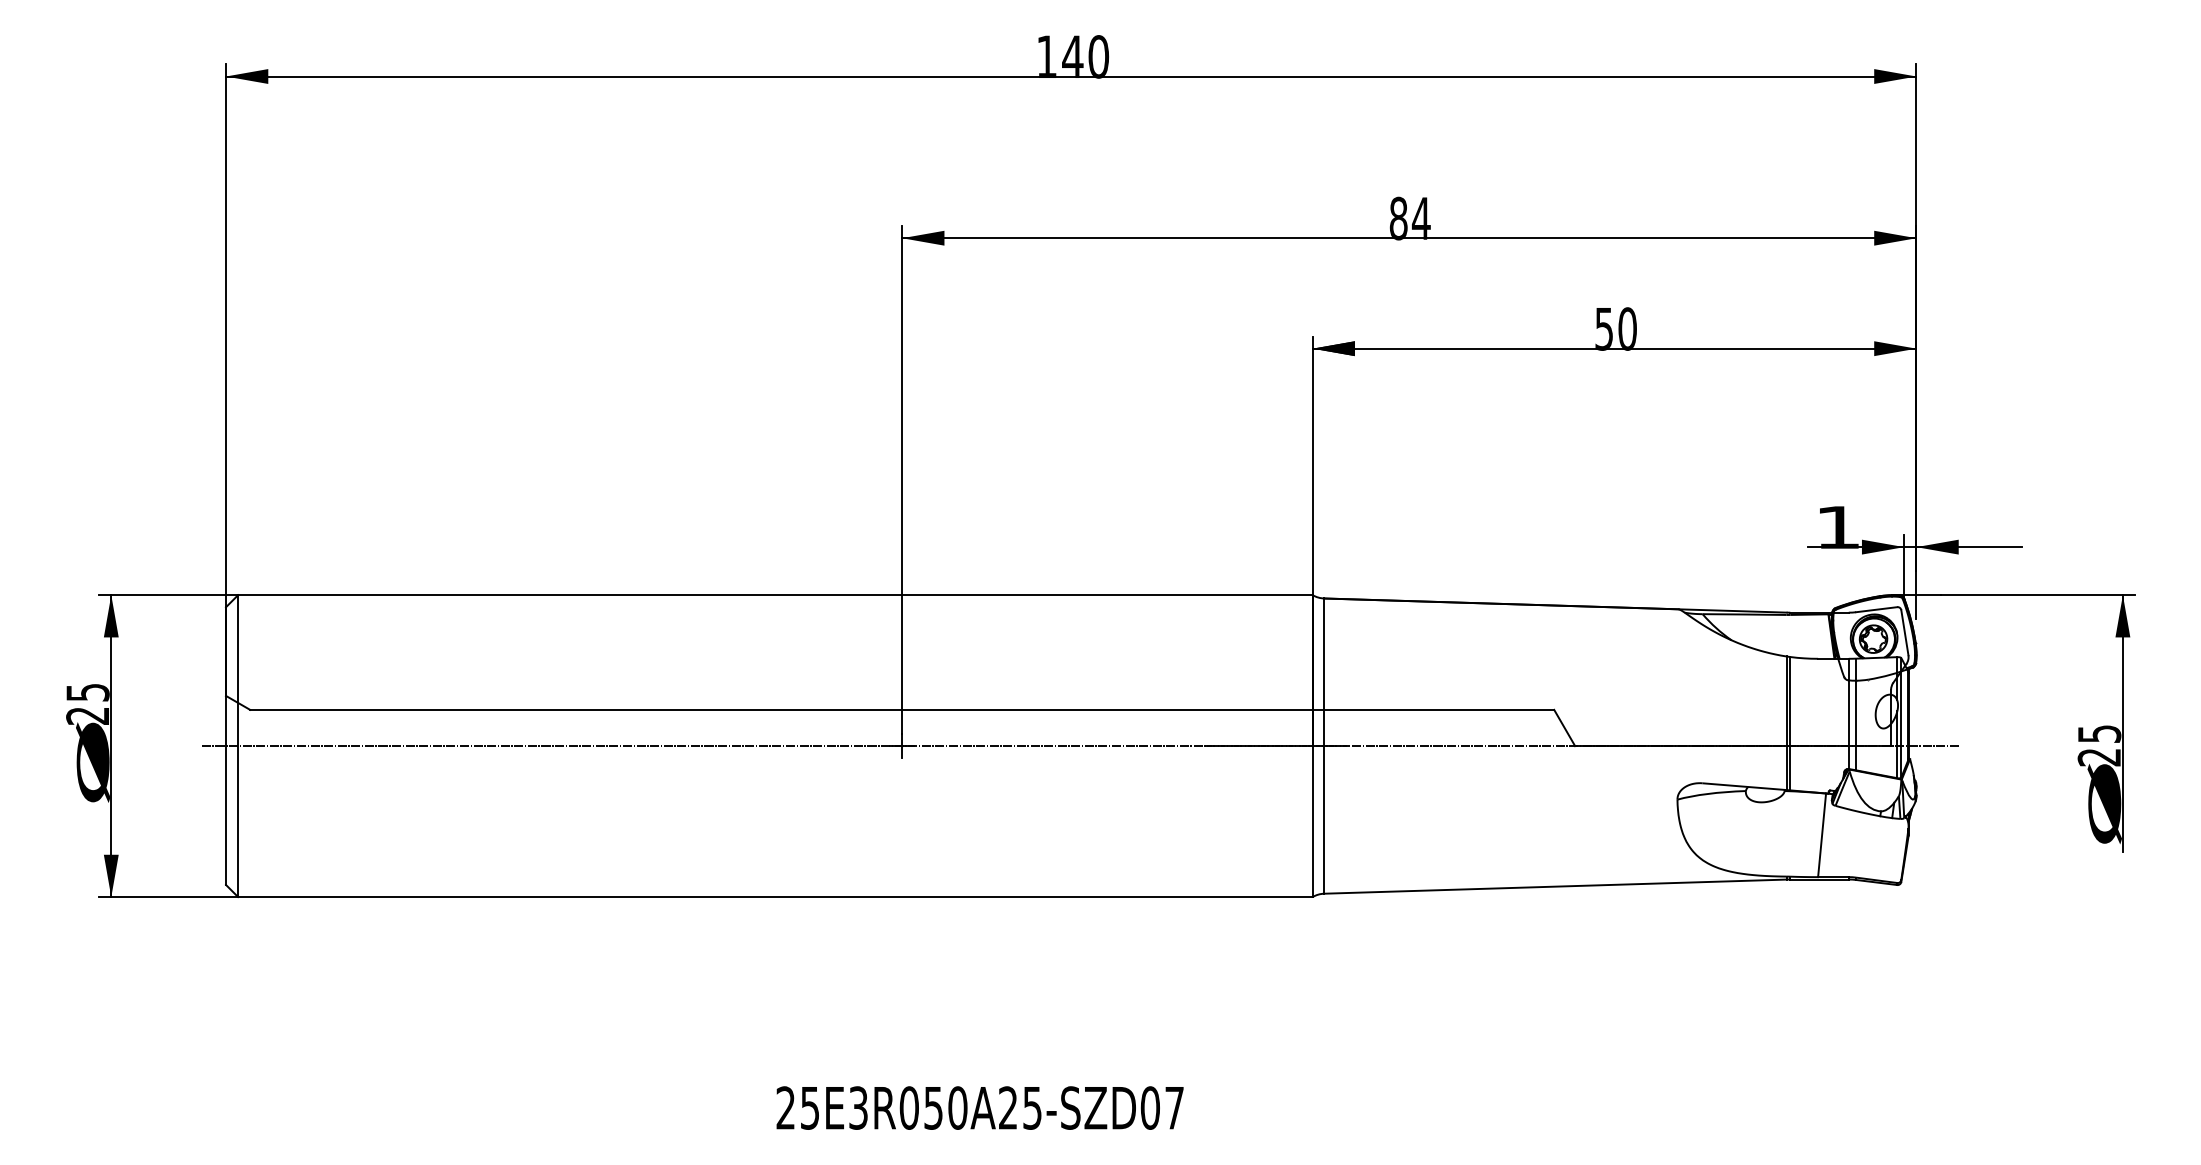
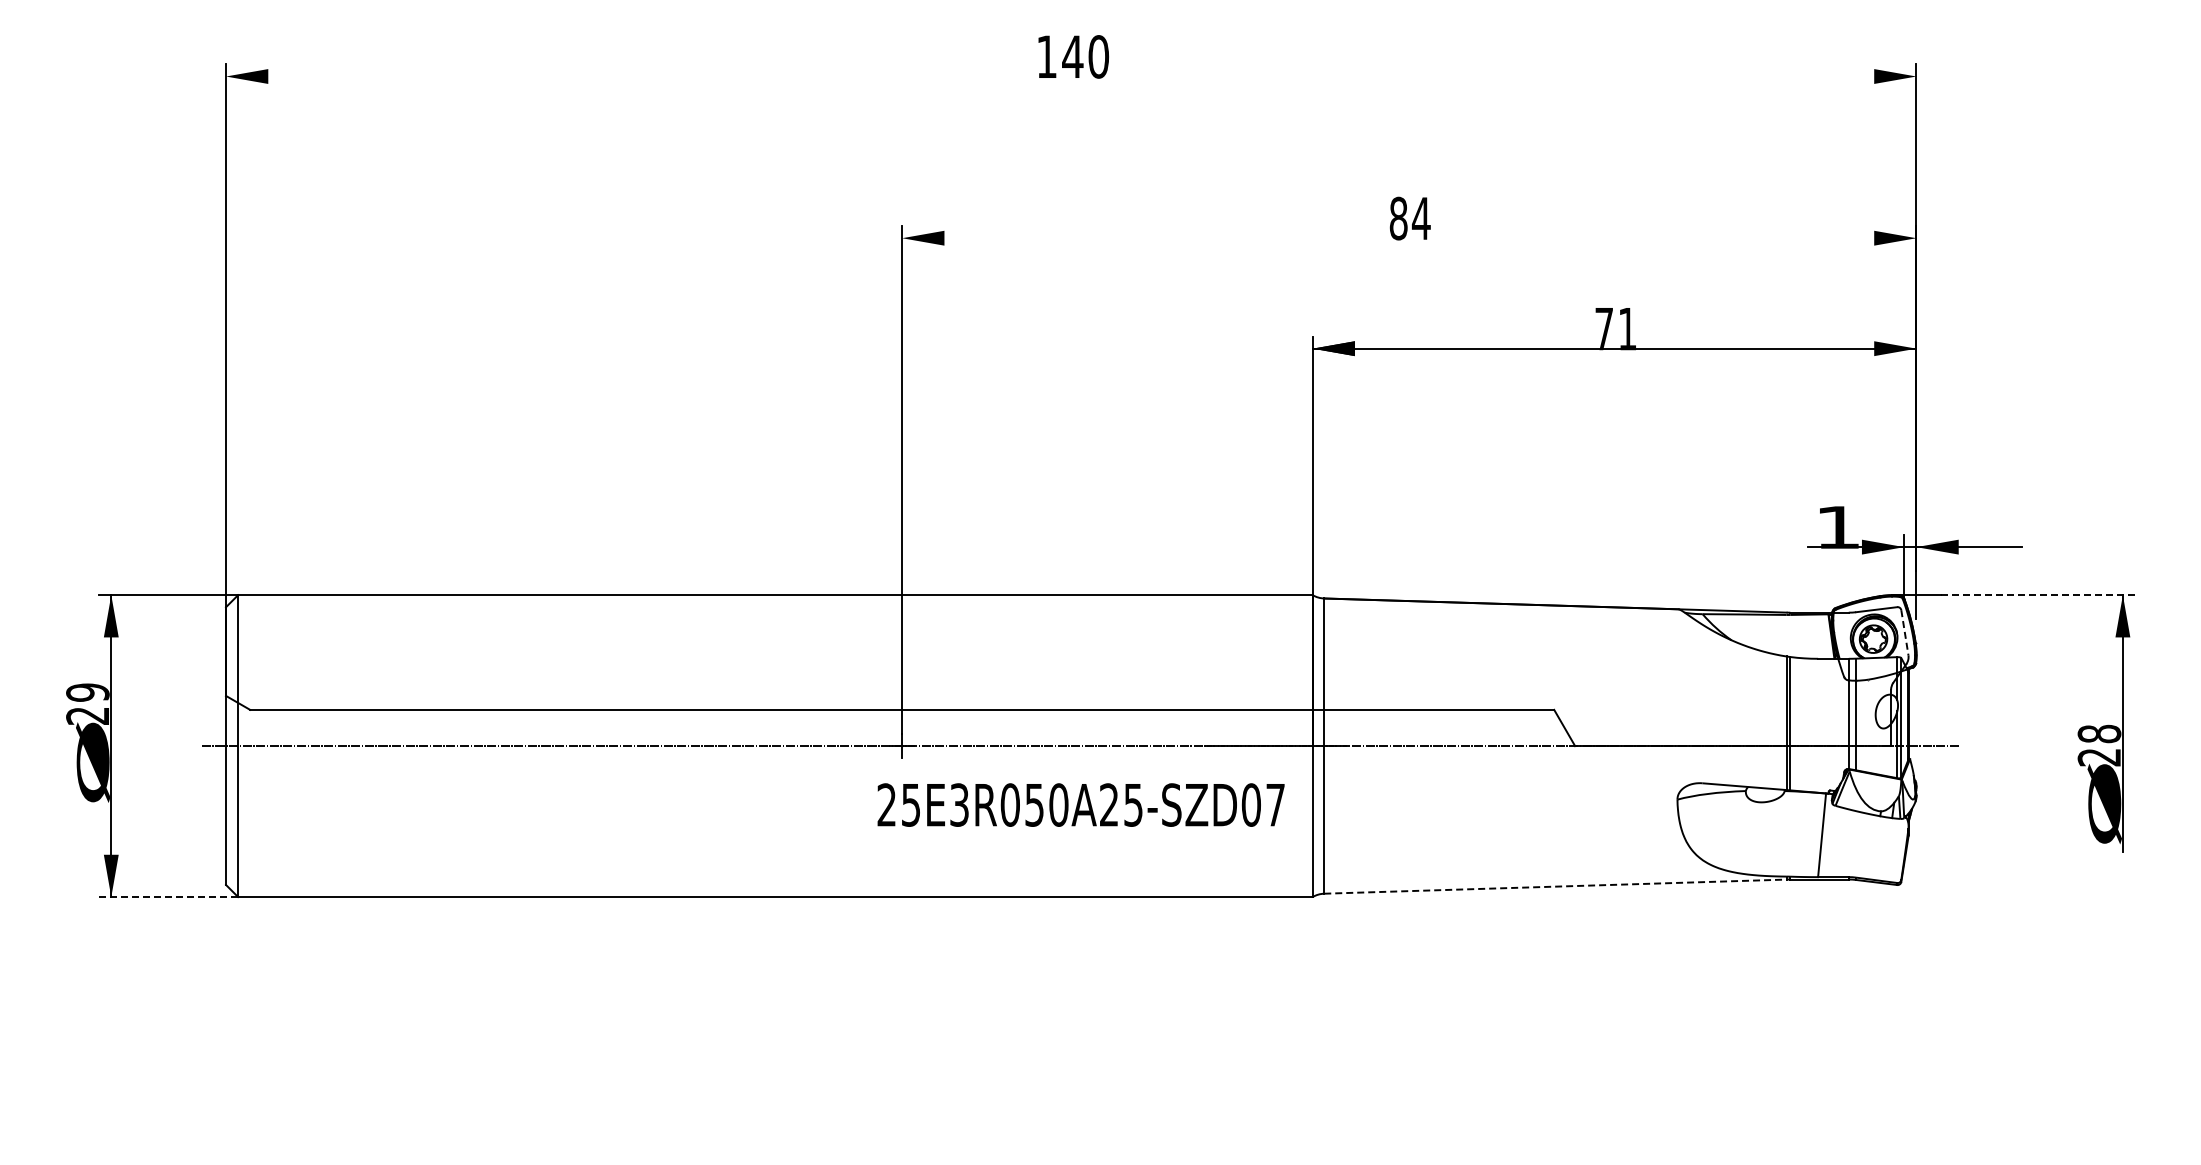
line at (1071, 76): present -> none
line at (1409, 238): present -> none
text at (1615, 328): 50 -> 71
line at (2038, 595): solid -> dashed
line at (1904, 632): solid -> dashed
text at (87, 692): 25 -> 29
text at (2099, 733): 25 -> 28
line at (1555, 886): solid -> dashed
line at (168, 897): solid -> dashed
text at (979, 1107) position: (979, 1107) -> (1080, 804)
